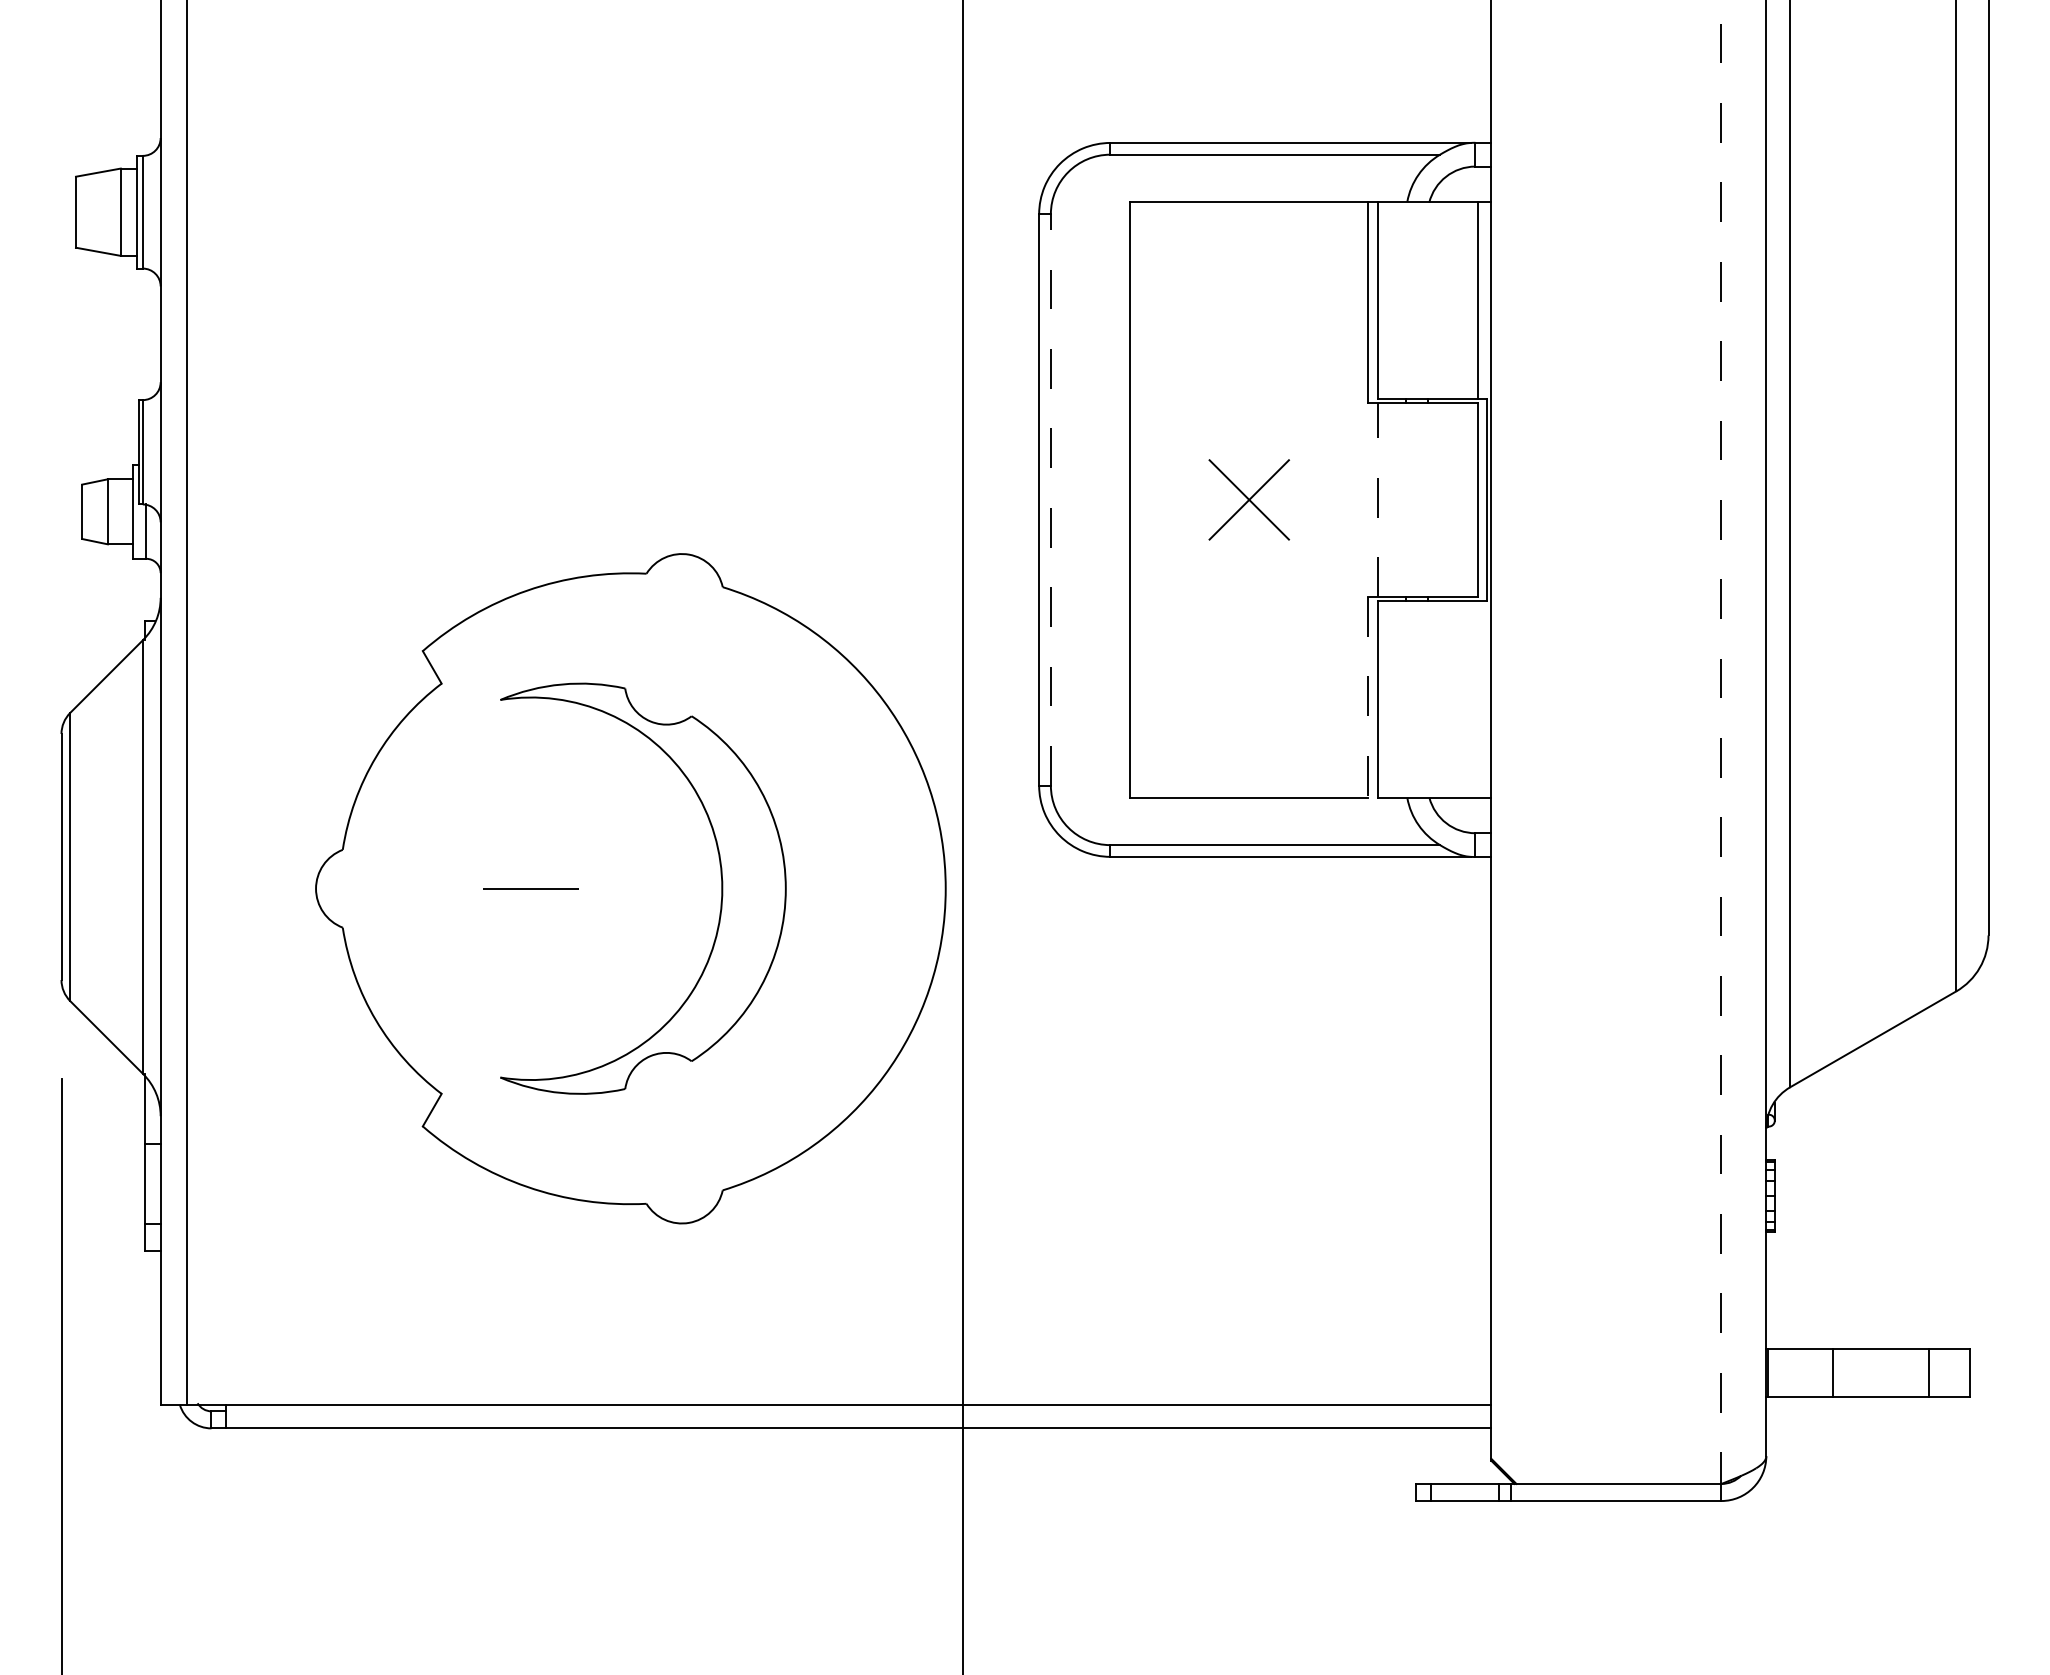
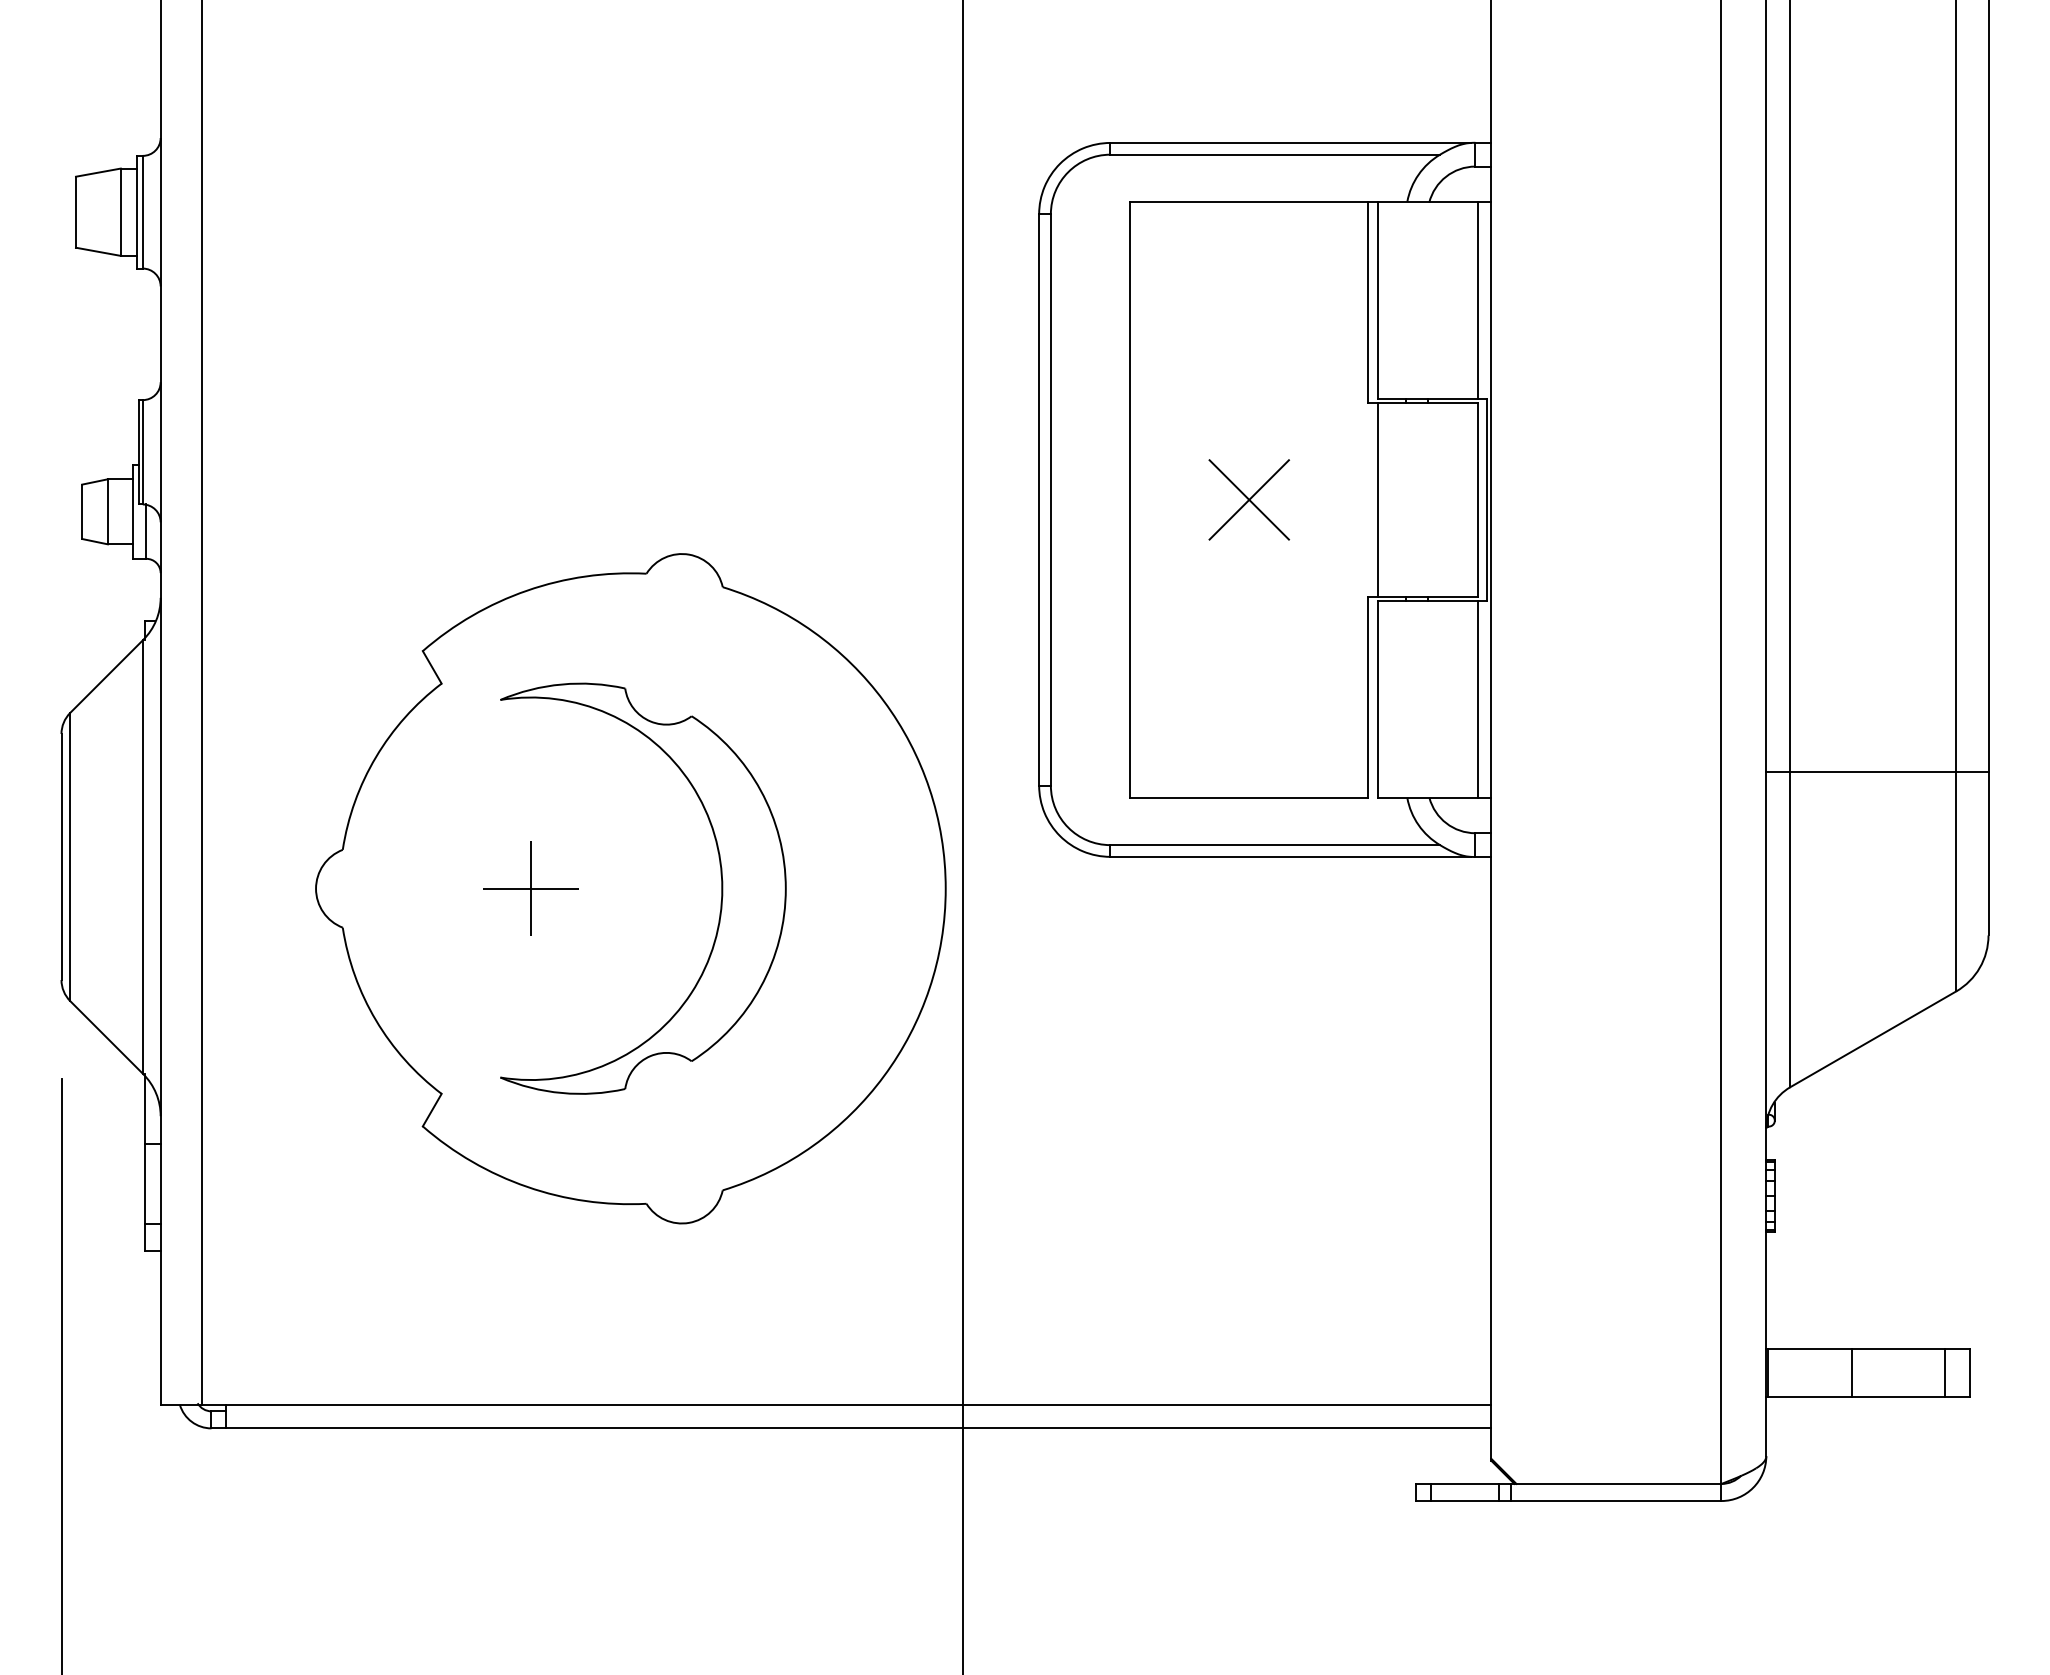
line at (1050, 499): dashed -> solid
line at (1377, 499): dashed -> solid
line at (1368, 697): dashed -> solid
line at (1478, 699): none -> present
line at (187, 703) position: (187, 703) -> (202, 703)
line at (1721, 742): dashed -> solid
line at (1877, 772): none -> present
line at (531, 888): none -> present
line at (1832, 1373) position: (1832, 1373) -> (1851, 1373)
line at (1928, 1373) position: (1928, 1373) -> (1944, 1373)
